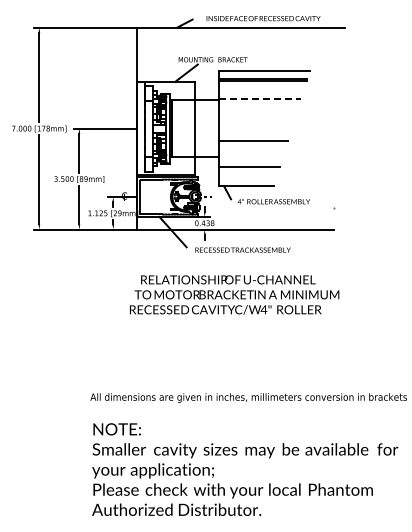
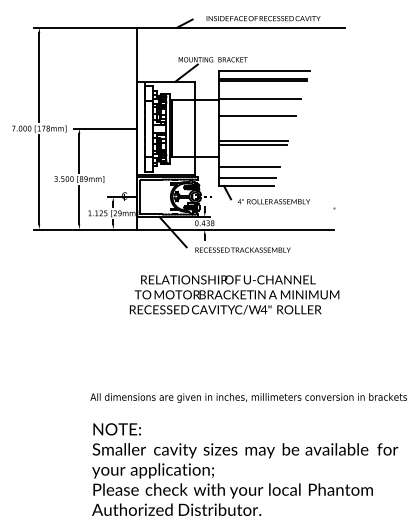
line at (260, 99): dashed -> solid
line at (257, 116): none -> present
line at (252, 144): none -> present
line at (247, 178): none -> present
